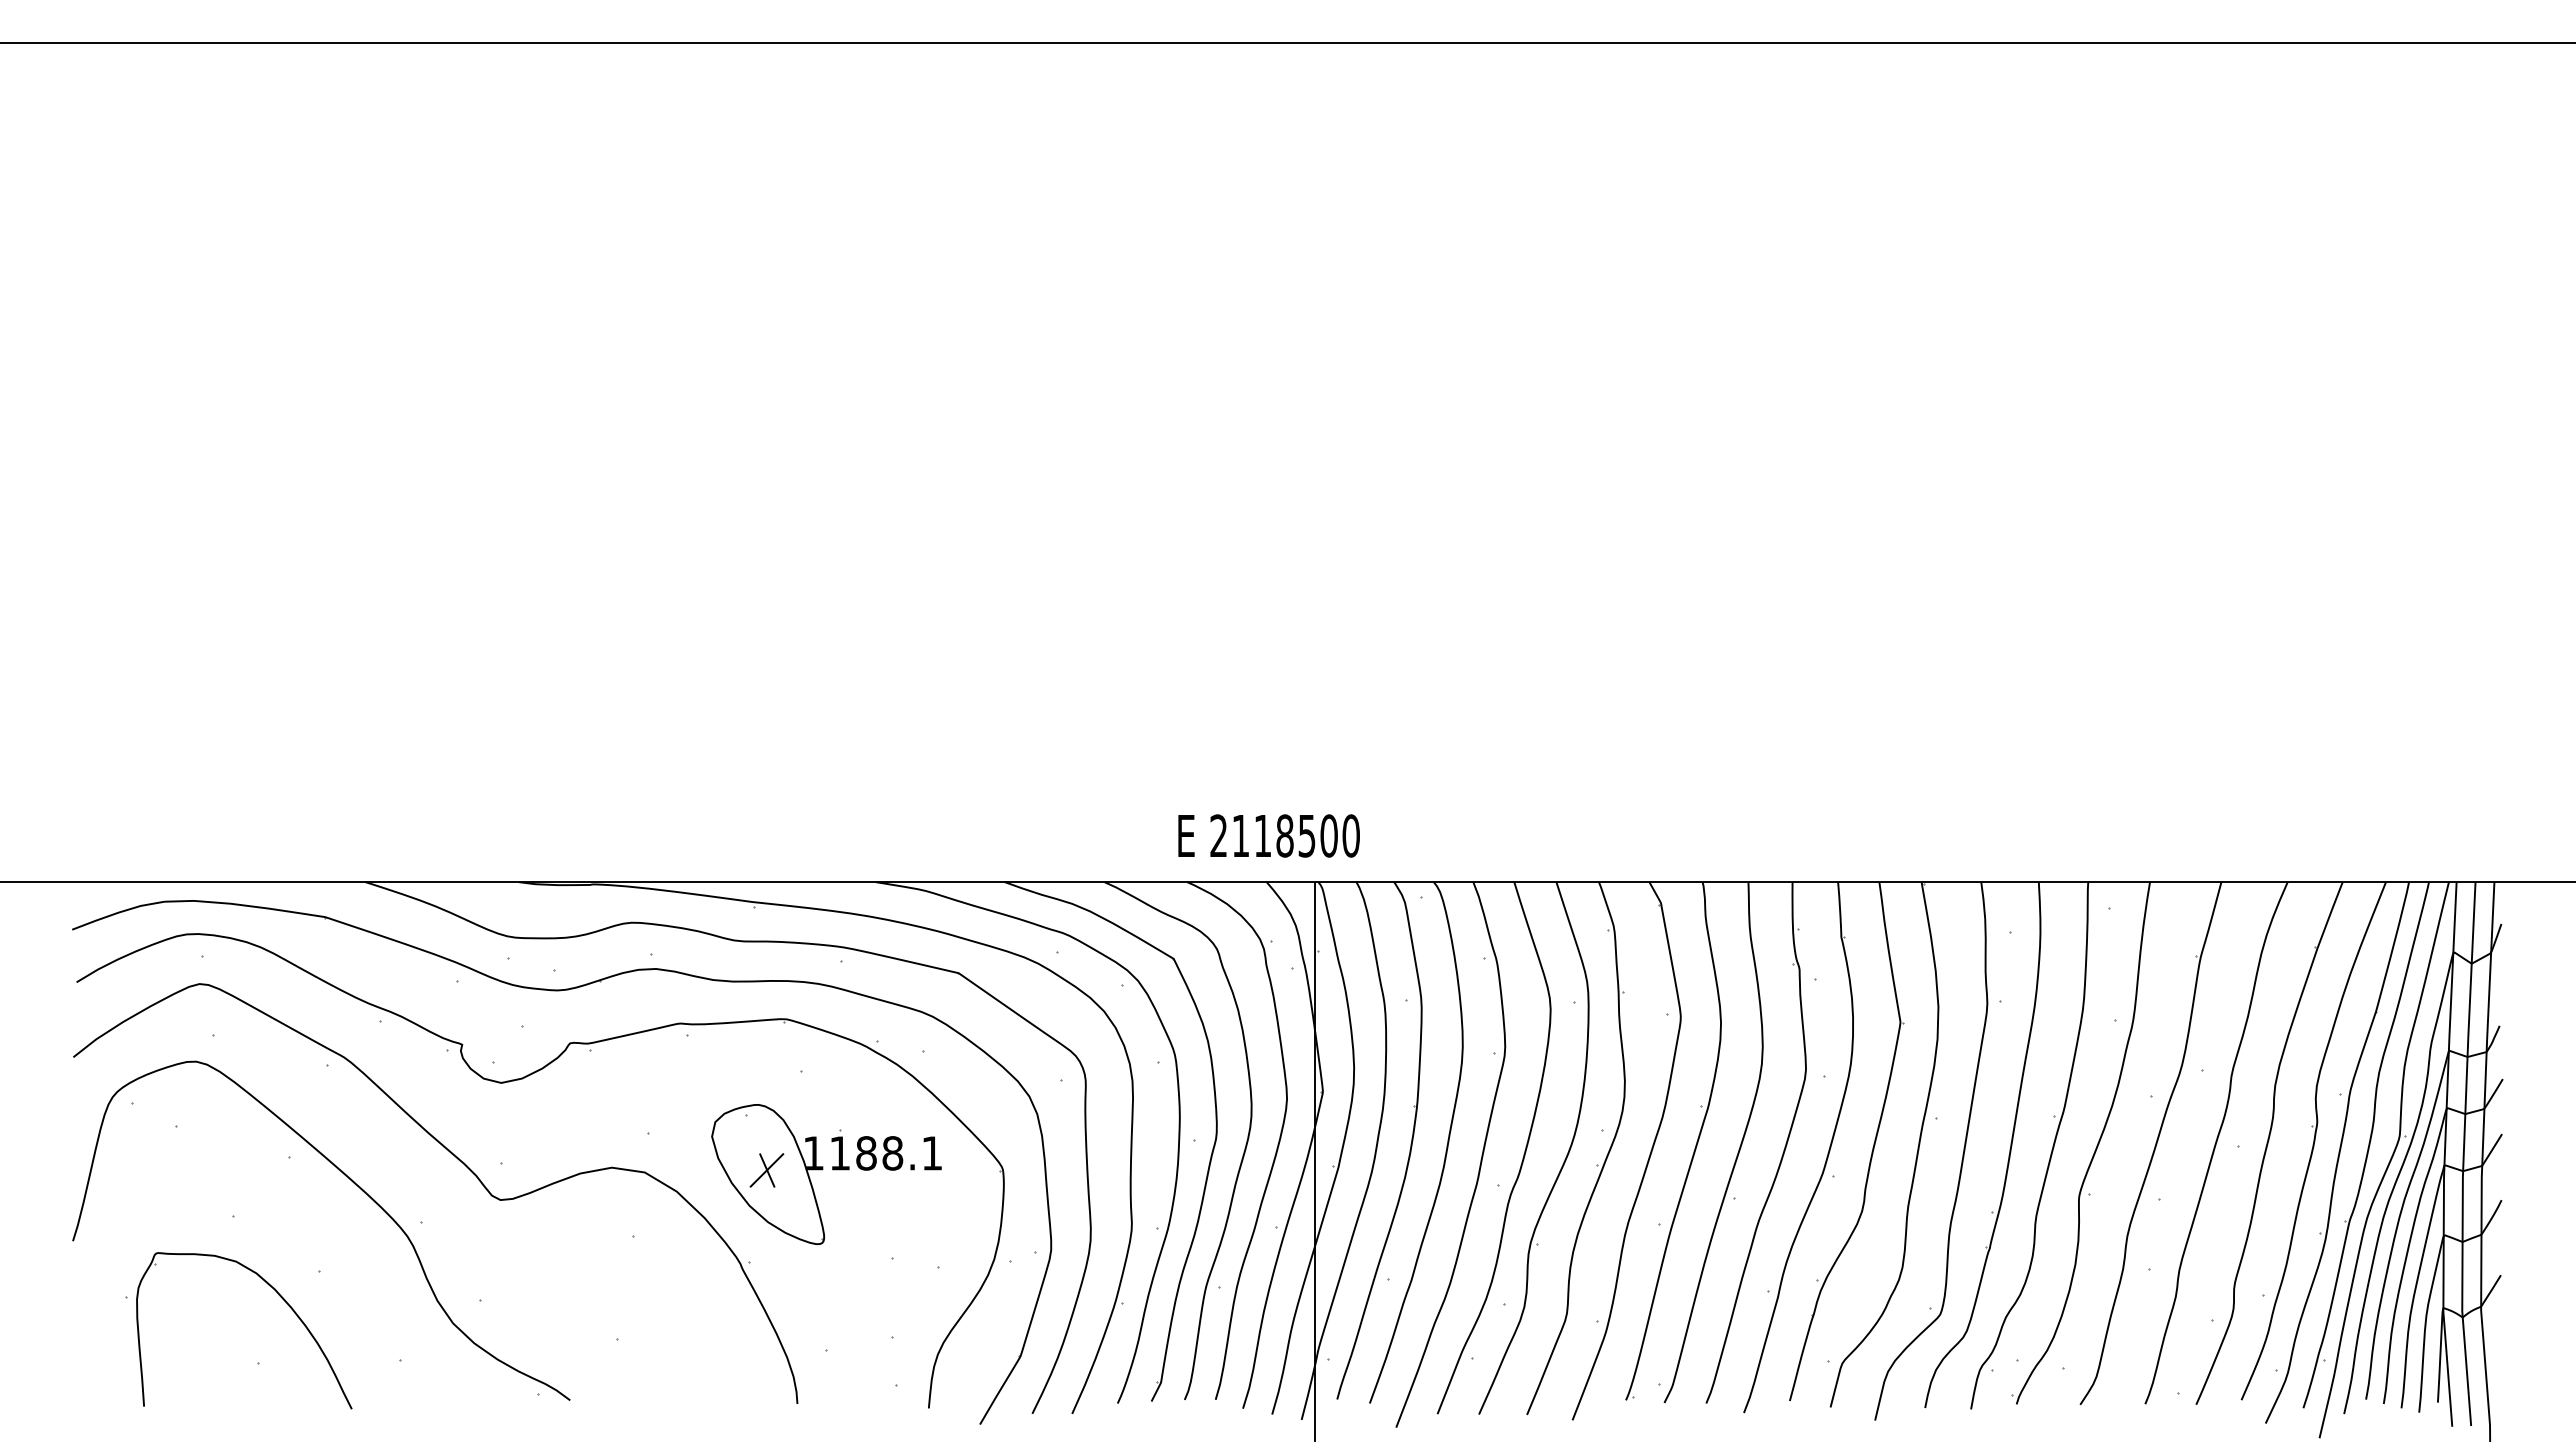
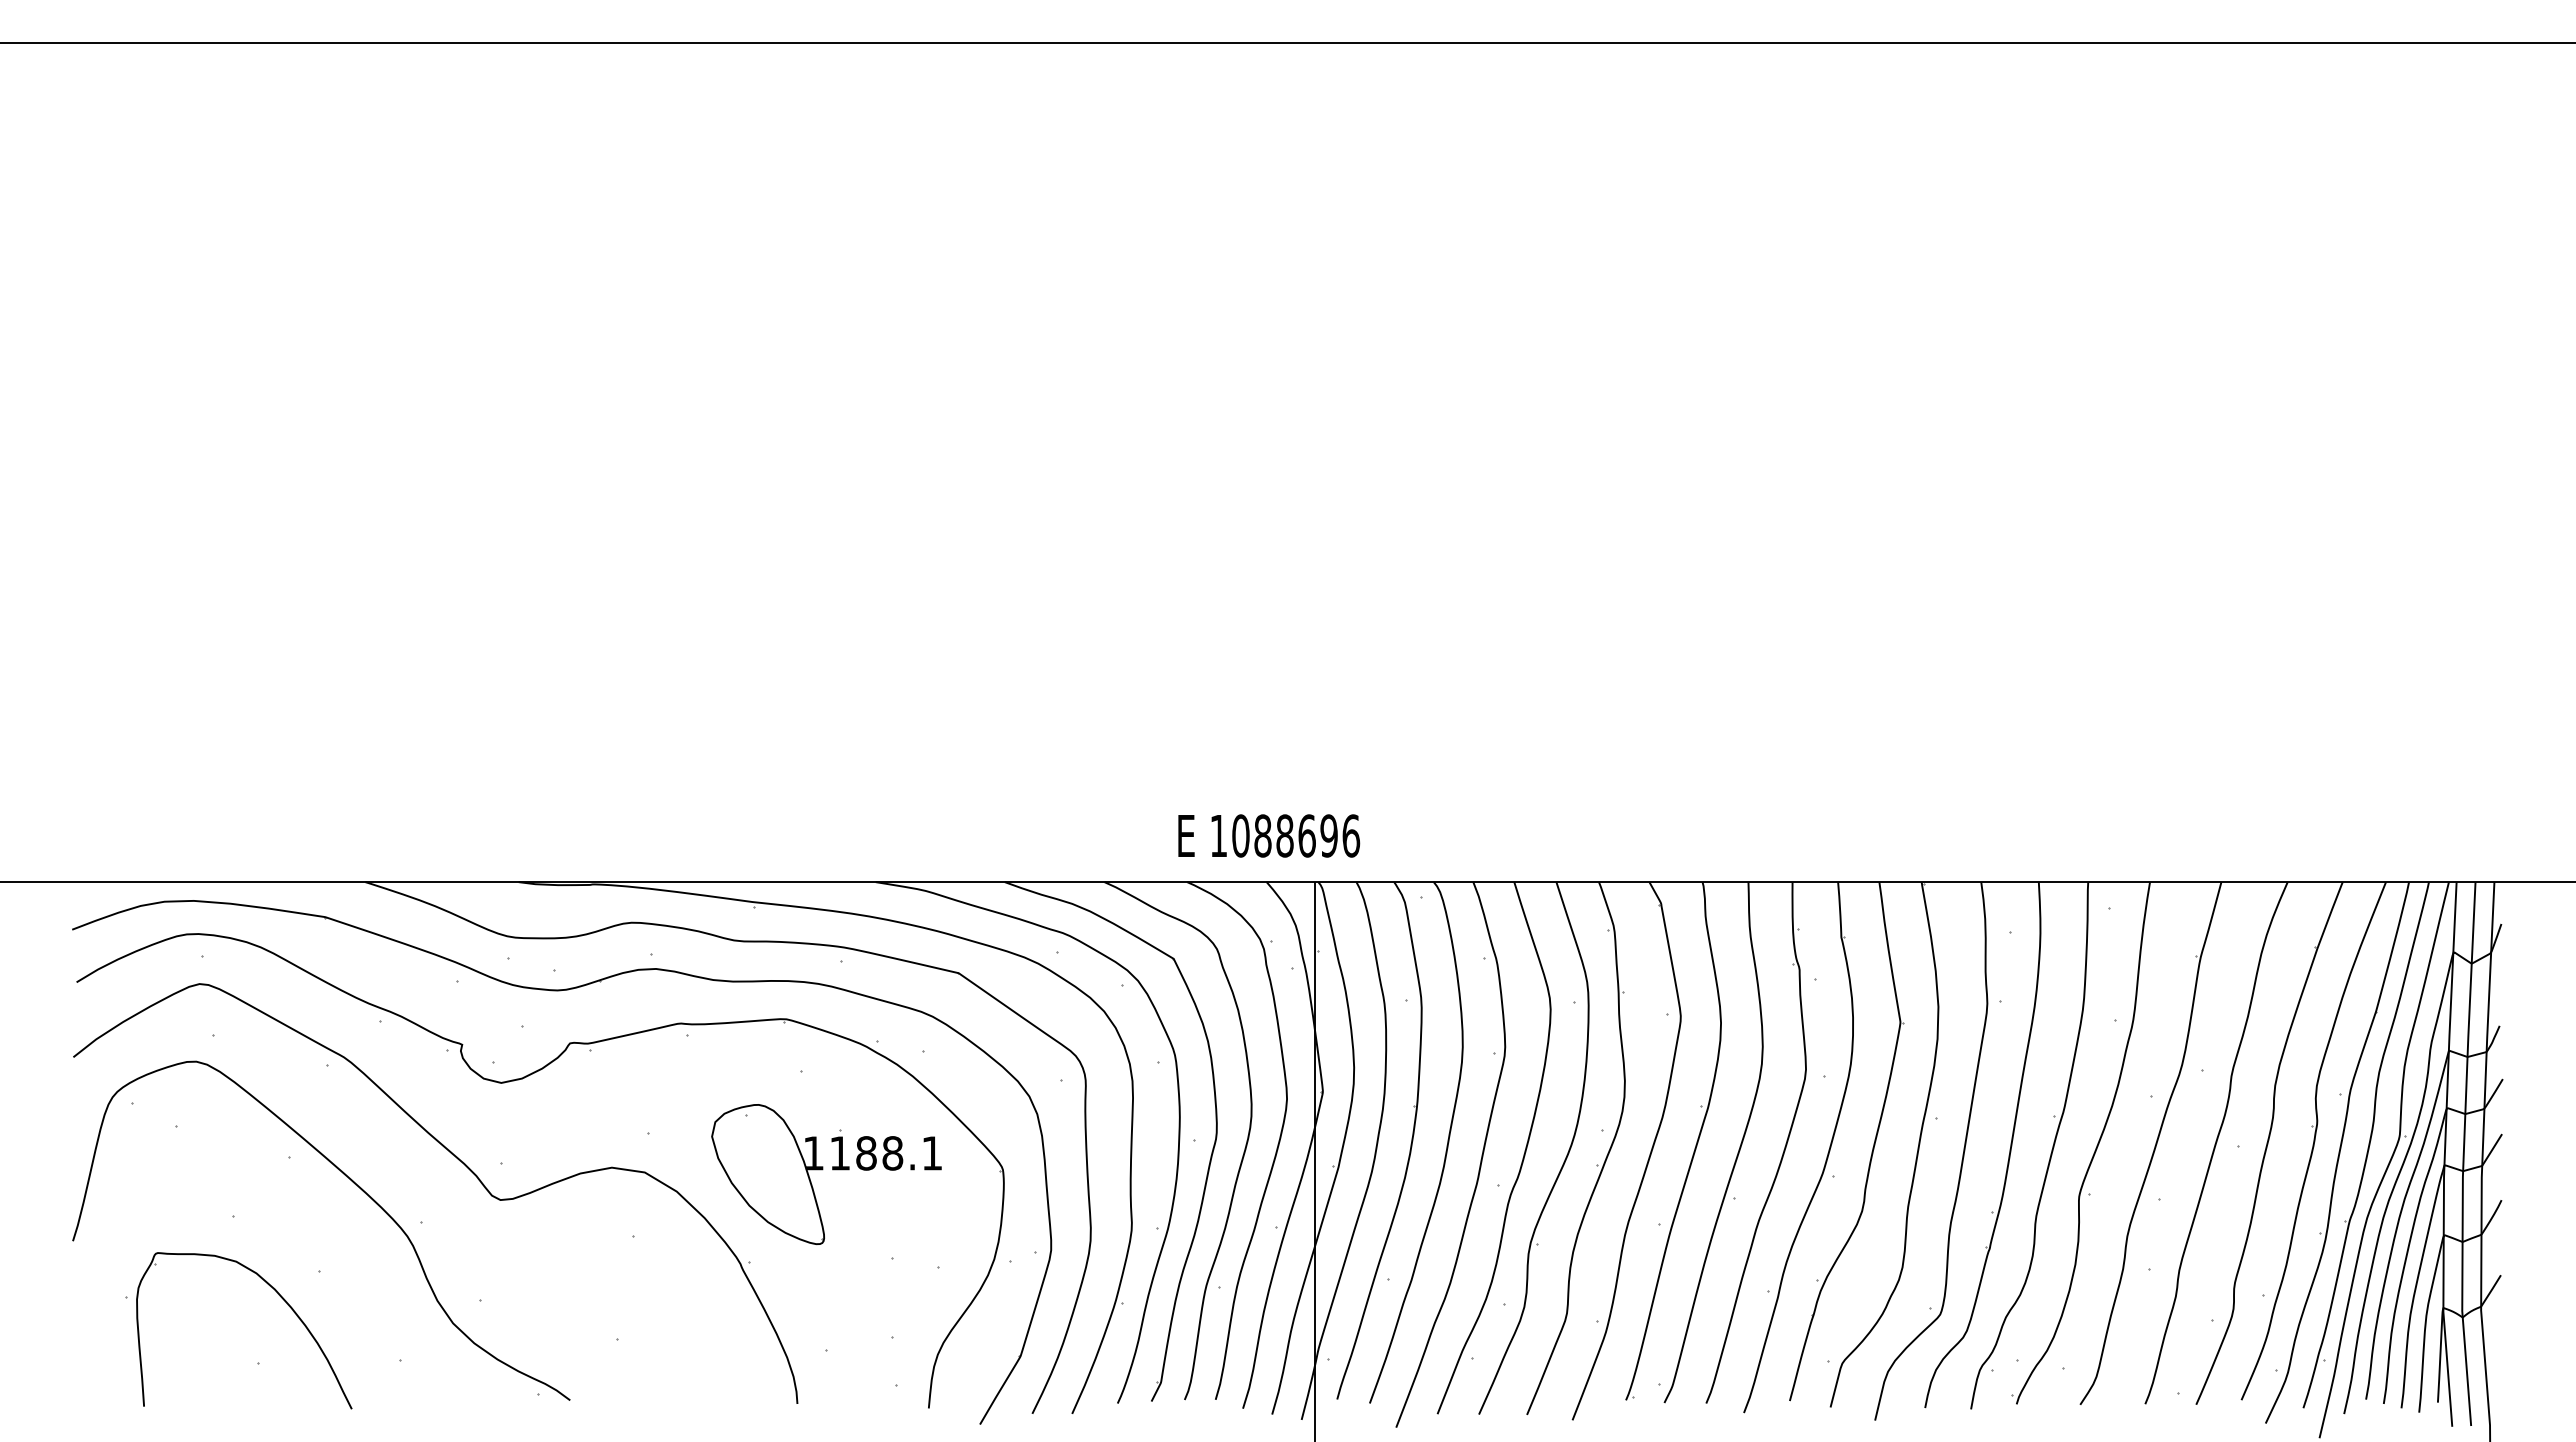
text at (1285, 835): 2118500 -> 1088696
part at (766, 1170): present -> none
